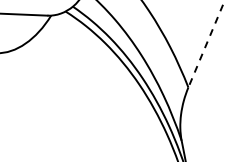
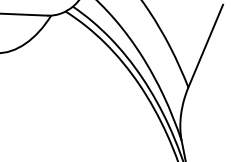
line at (205, 46): dashed -> solid
